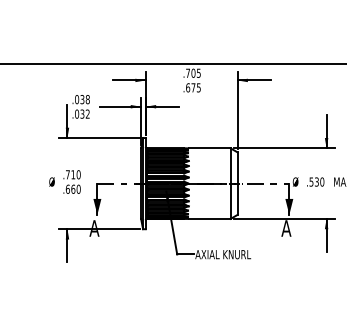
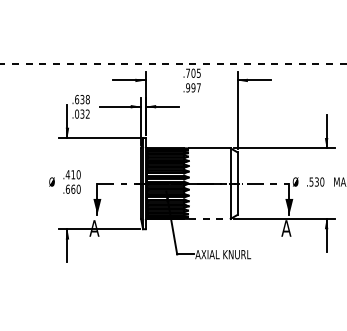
line at (173, 63): solid -> dashed
text at (193, 87): .675 -> .997
text at (77, 99): .038 -> .638
text at (67, 174): .710 -> .410
line at (209, 218): solid -> dashed
